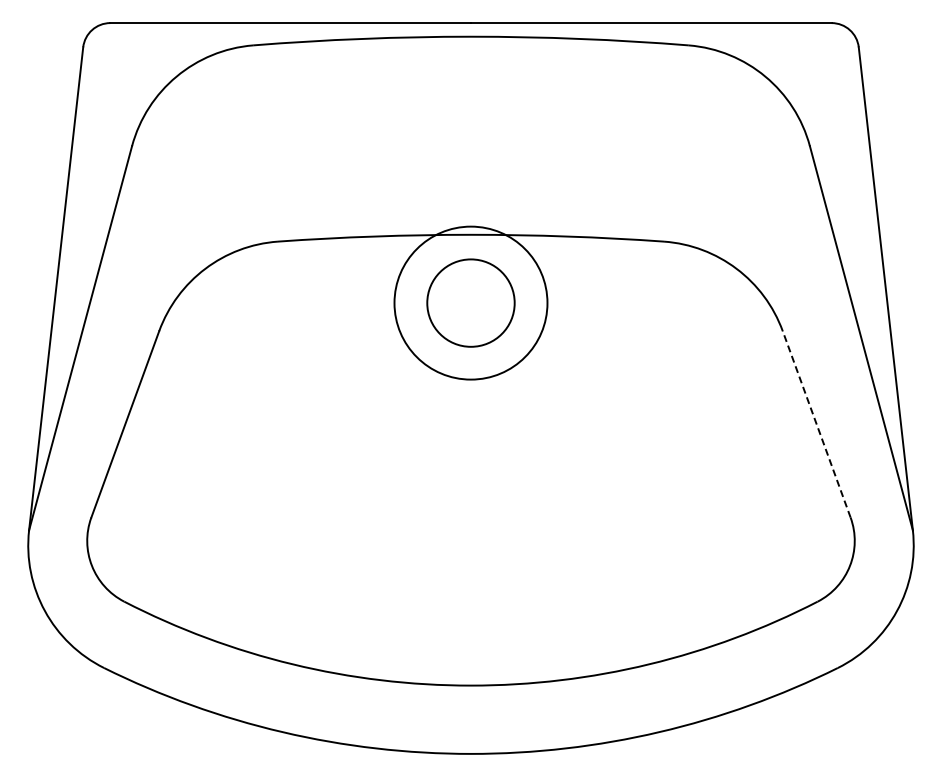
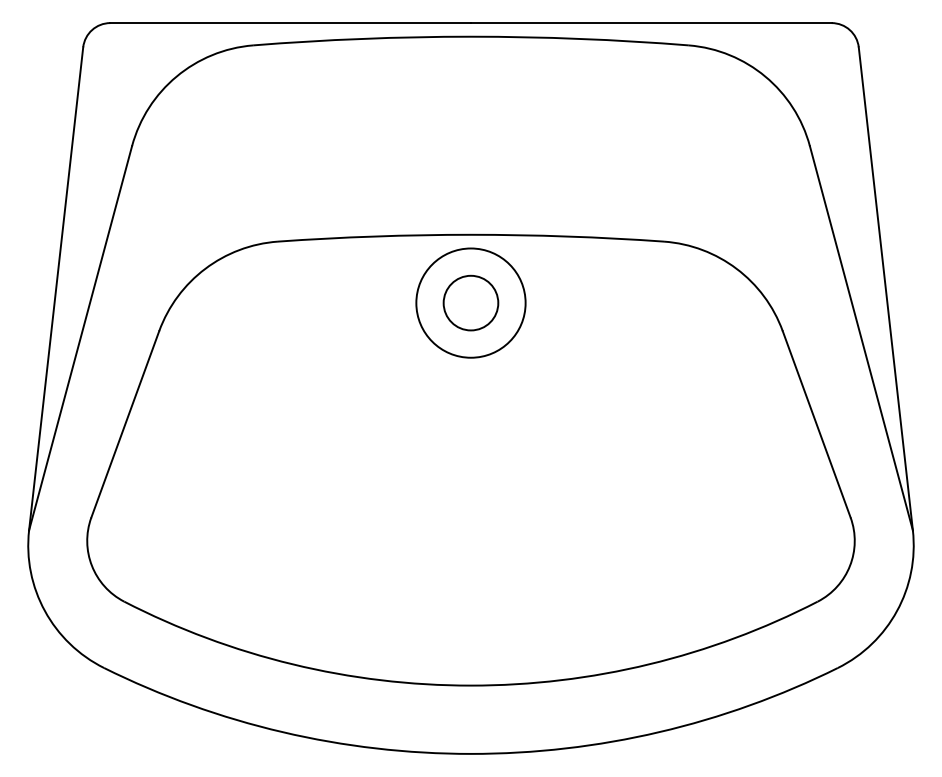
circle at (470, 302) diameter: 153 px -> 109 px
circle at (470, 302) diameter: 87 px -> 55 px
line at (816, 423): dashed -> solid
